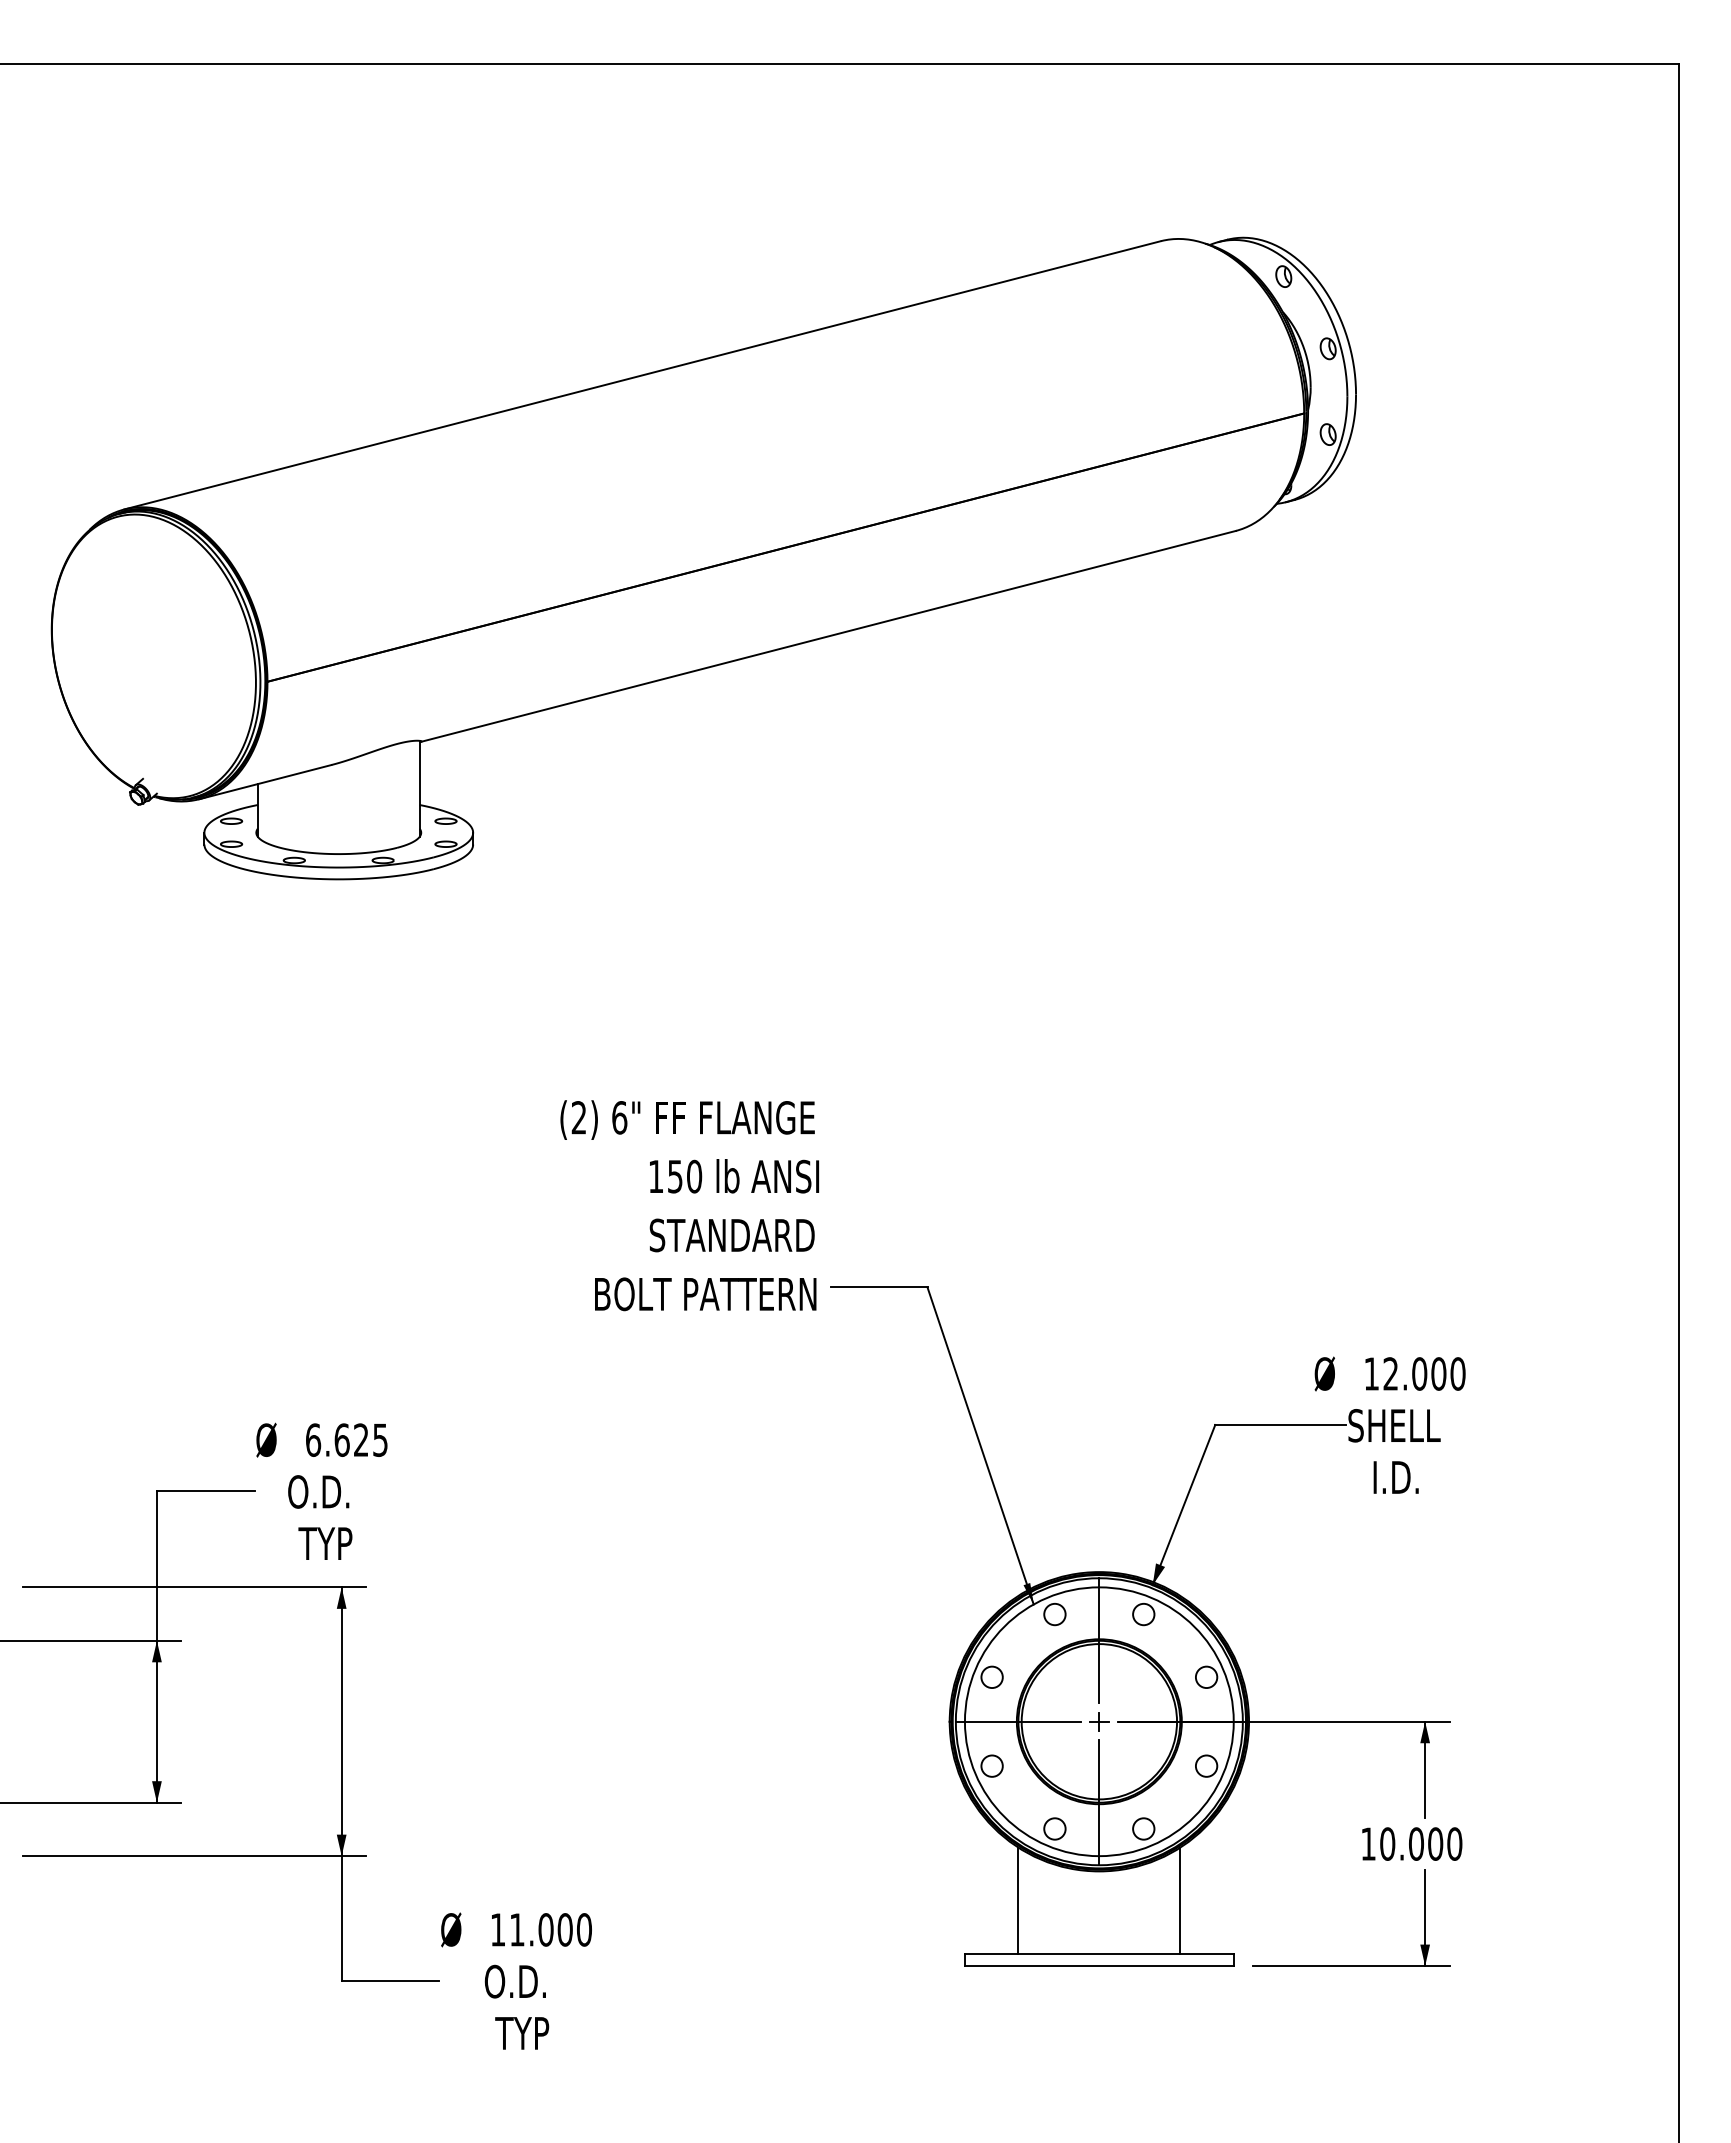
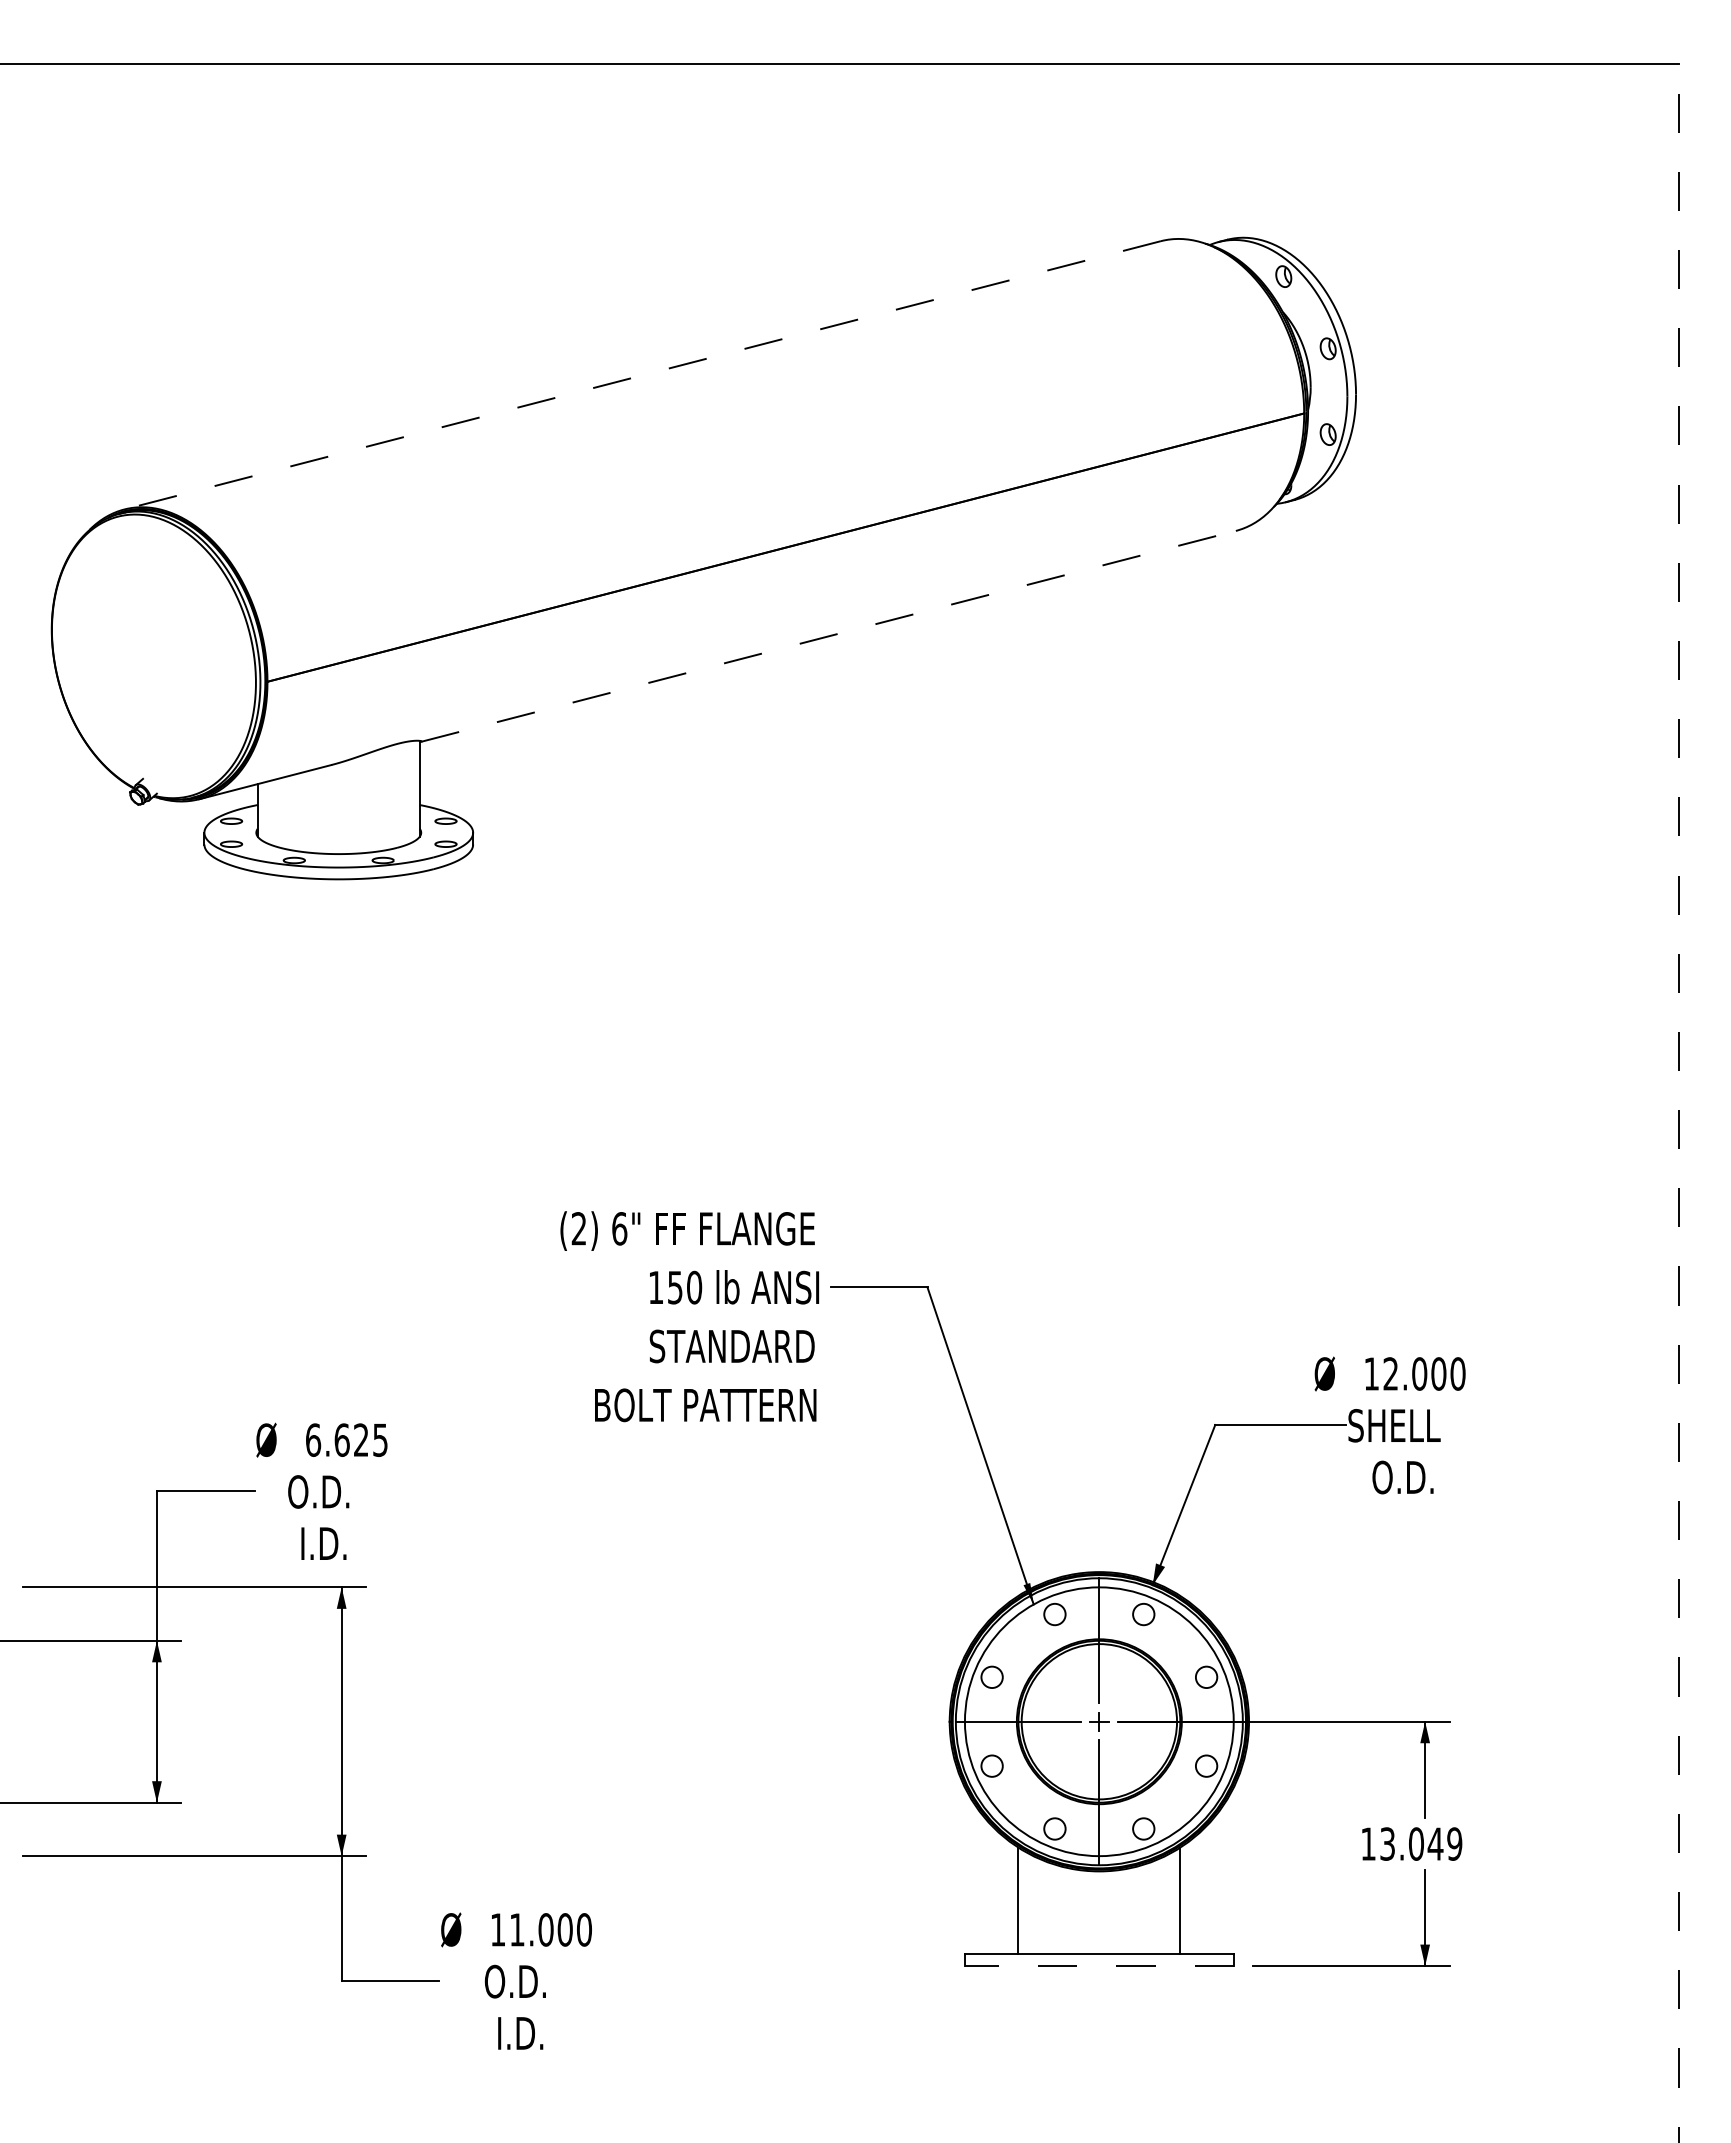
line at (642, 375): solid -> dashed
line at (828, 636): solid -> dashed
line at (1679, 1103): solid -> dashed
text at (689, 1205) position: (689, 1205) -> (689, 1316)
text at (1402, 1477): I.D. -> O.D.
text at (325, 1543): TYP -> I.D.
text at (1421, 1843): 10.000 -> 13.049
line at (1098, 1966): solid -> dashed
text at (522, 2033): TYP -> I.D.
